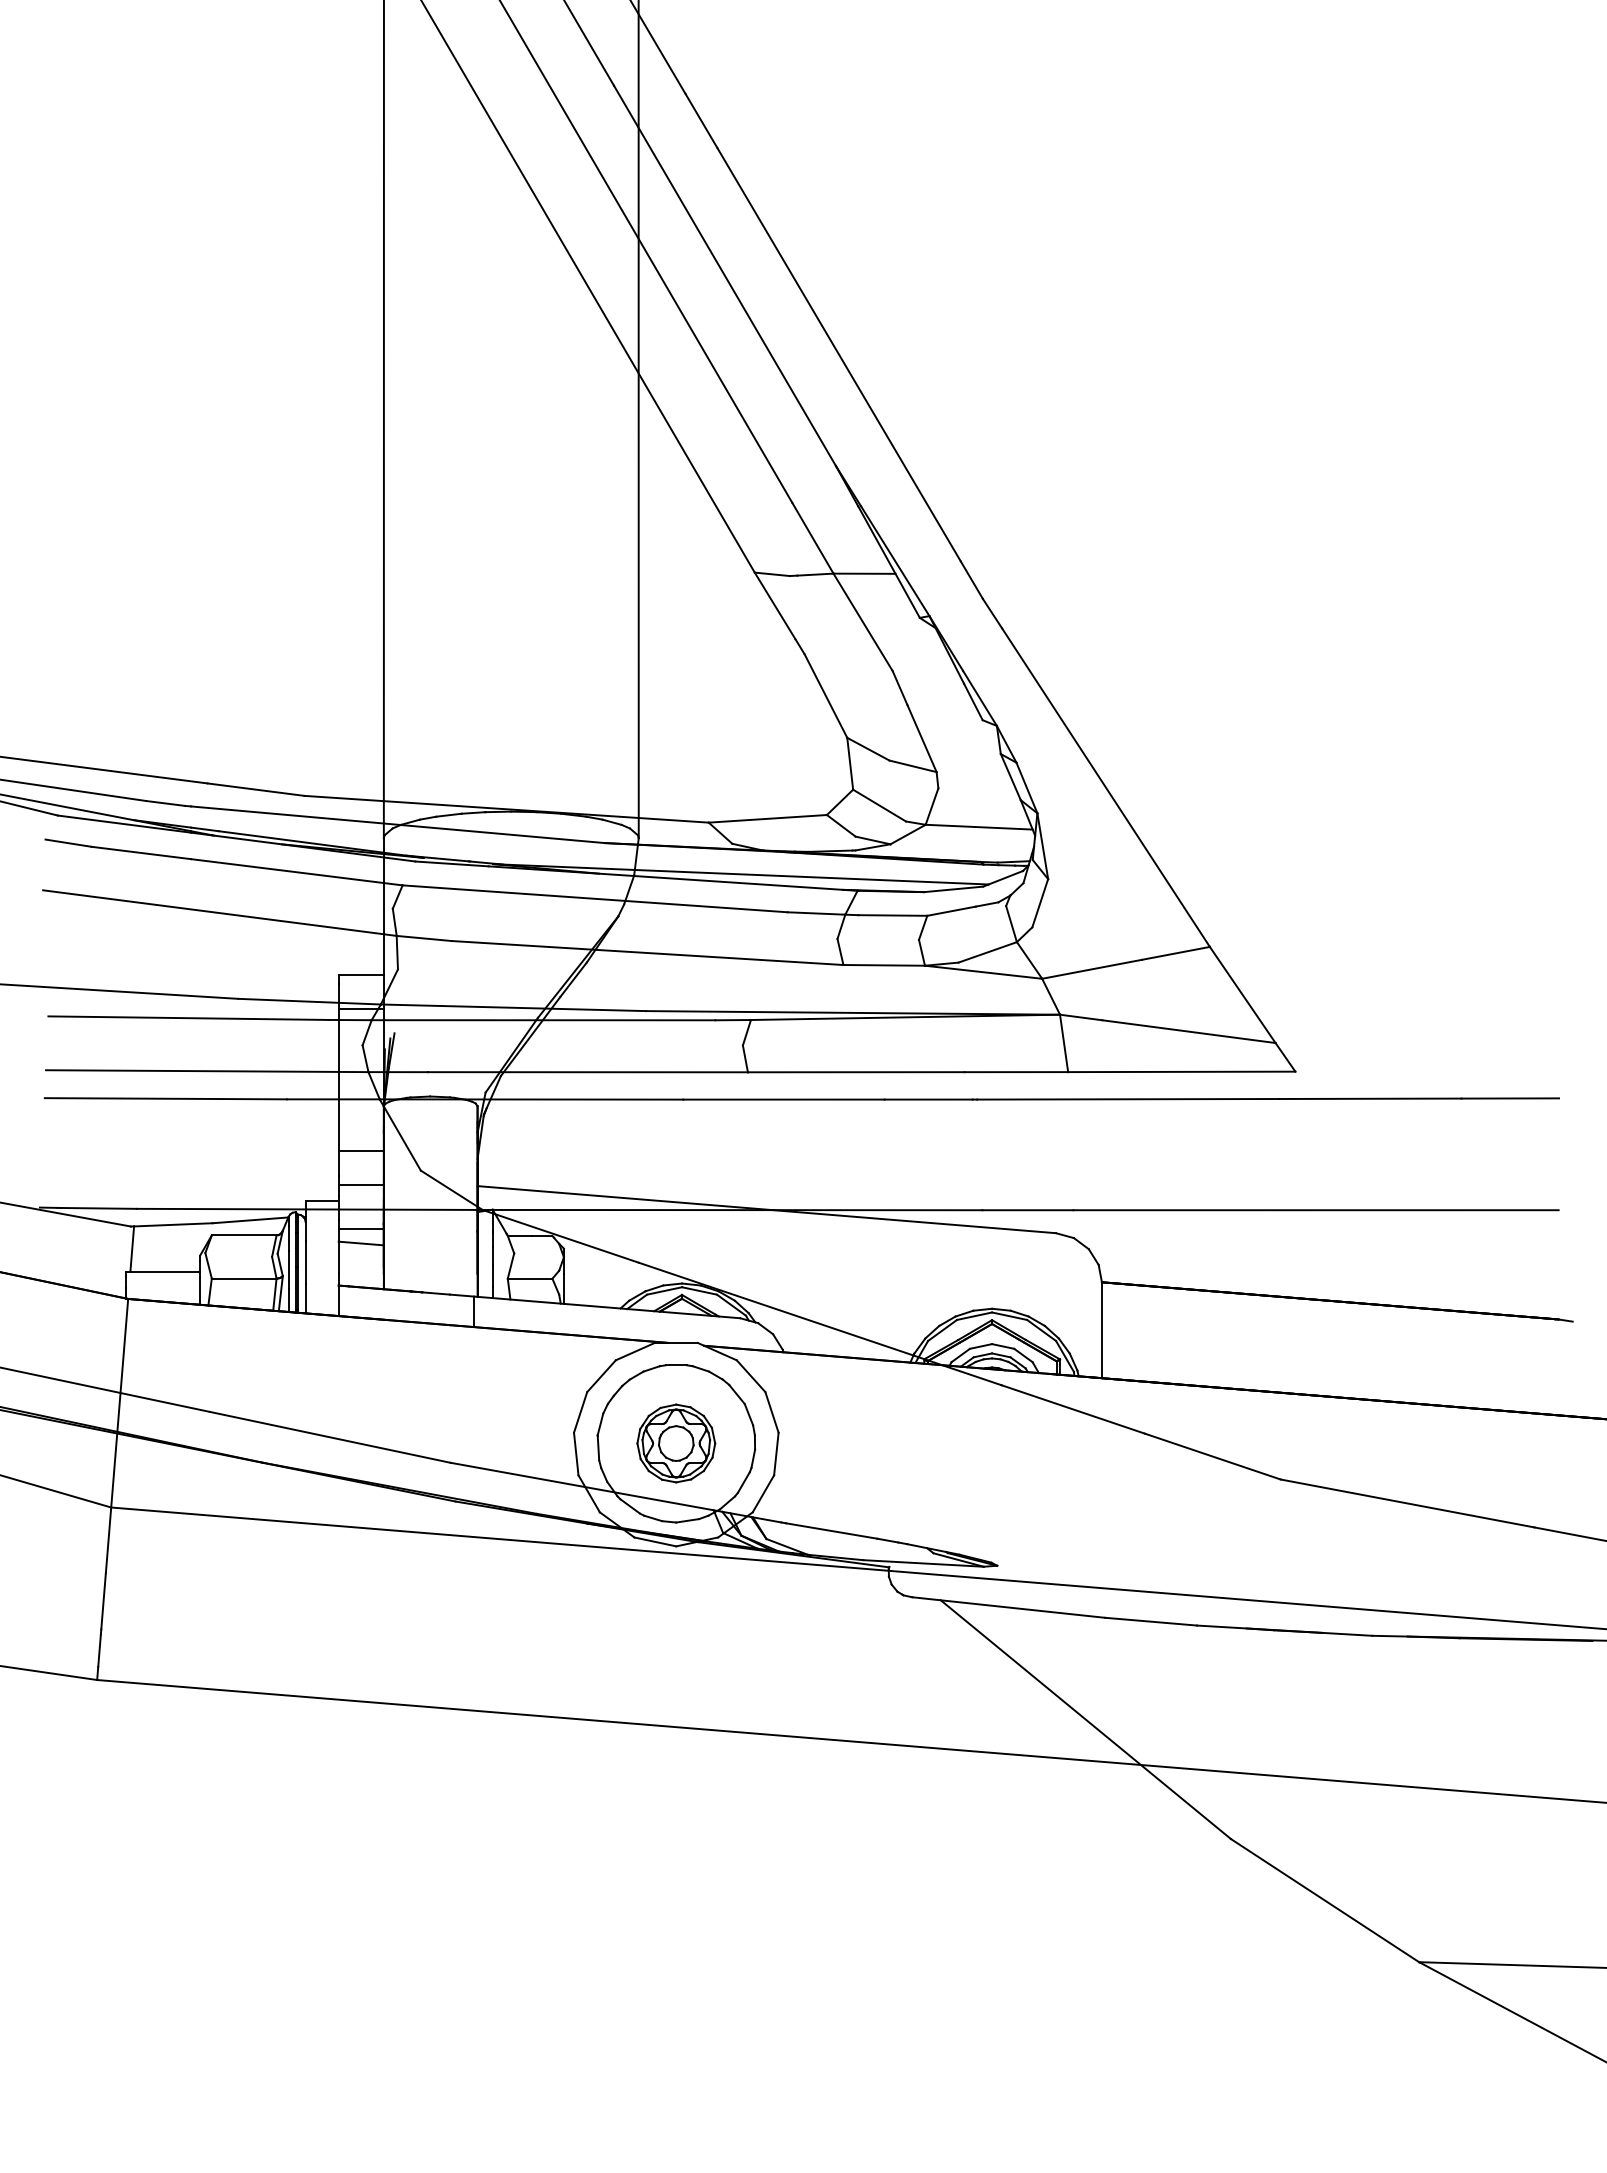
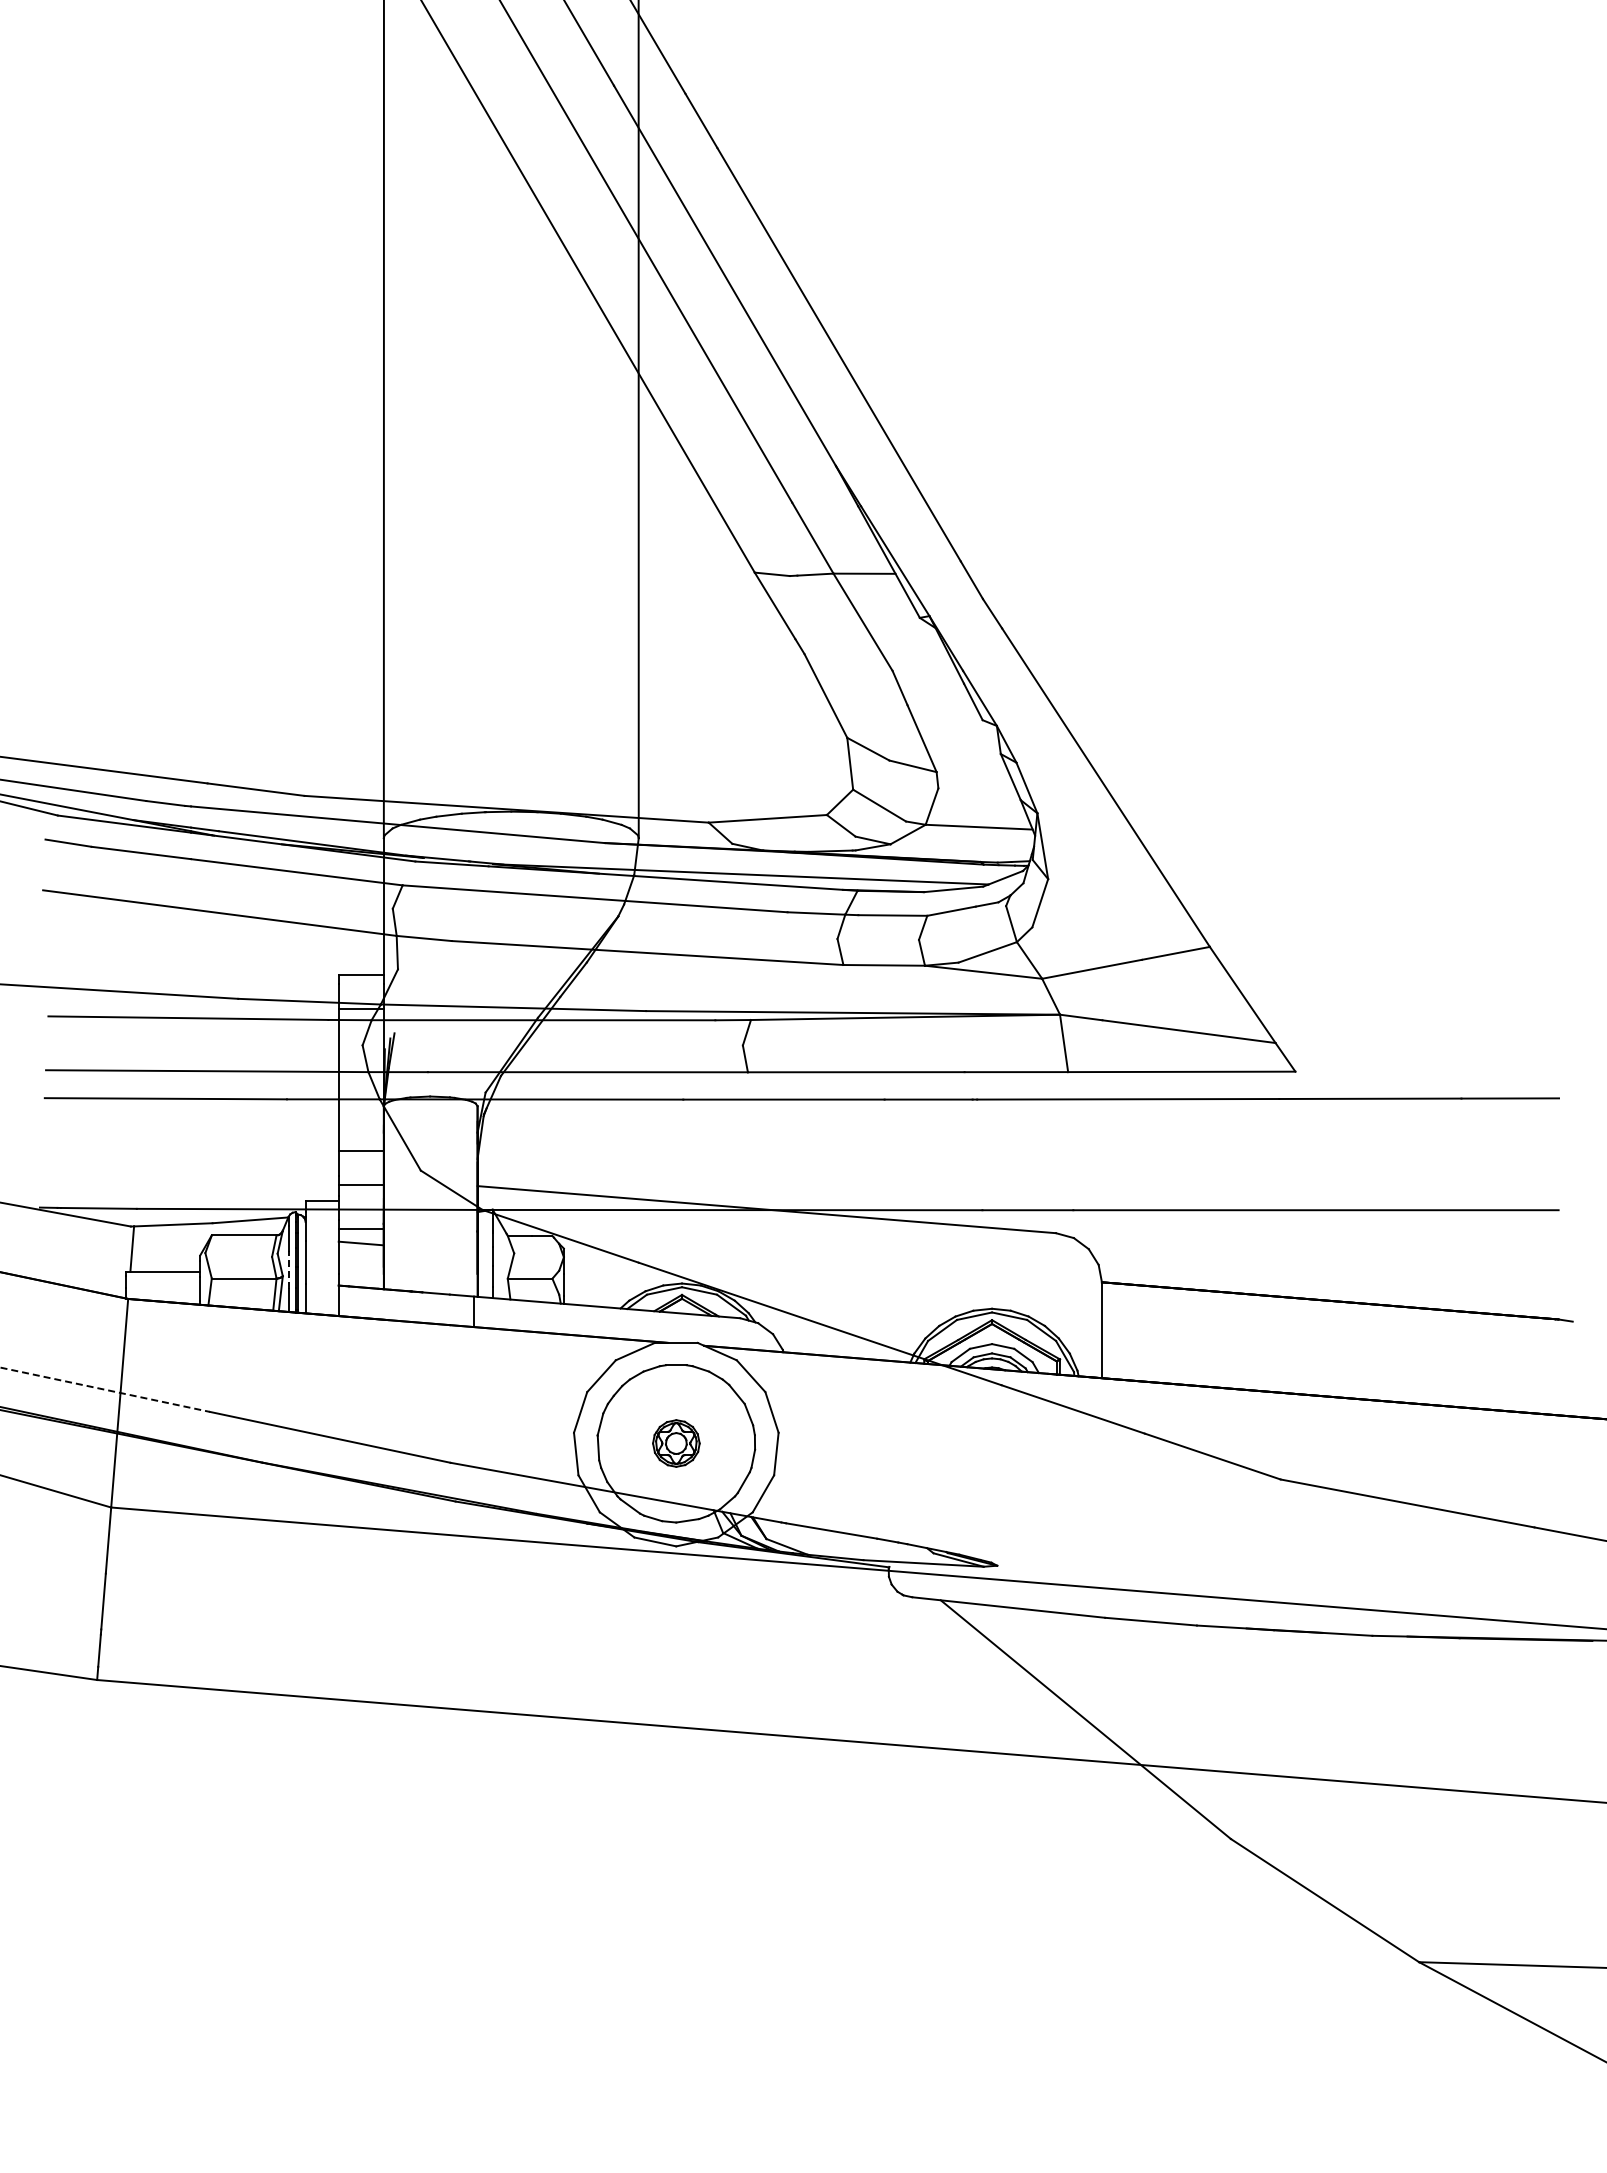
line at (288, 1270): solid -> dashed
line at (105, 1389): solid -> dashed
part at (676, 1443) size: 81x81 px -> 49x49 px
